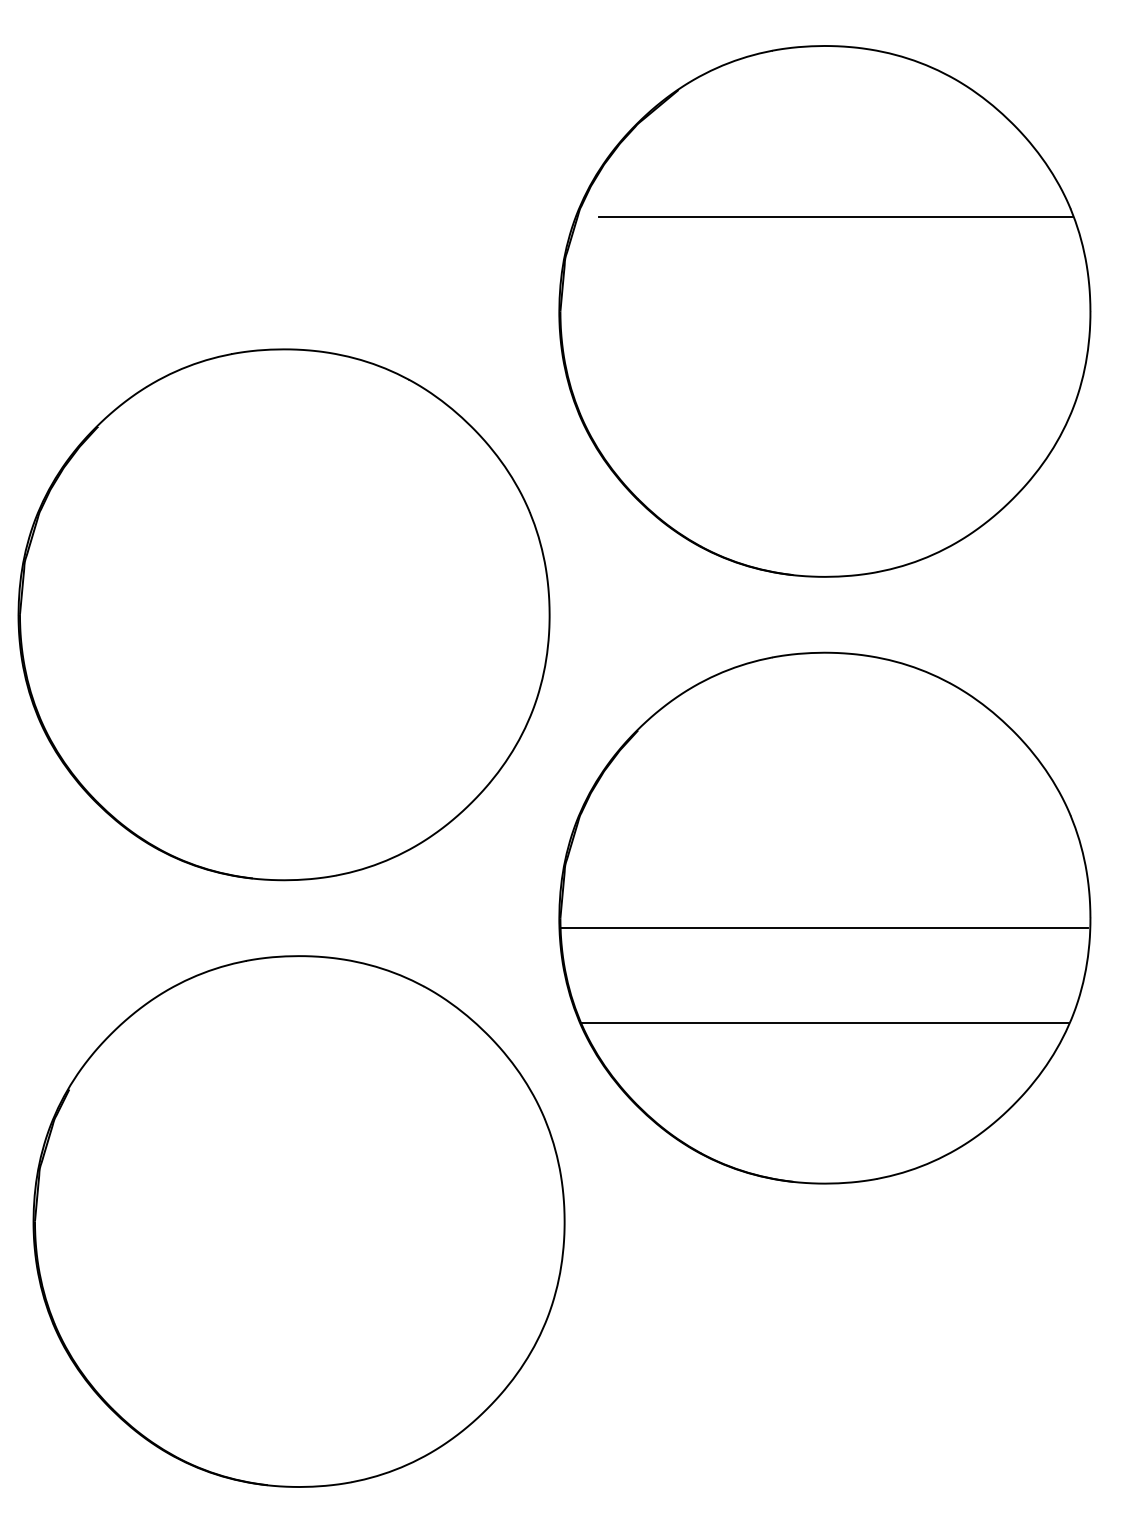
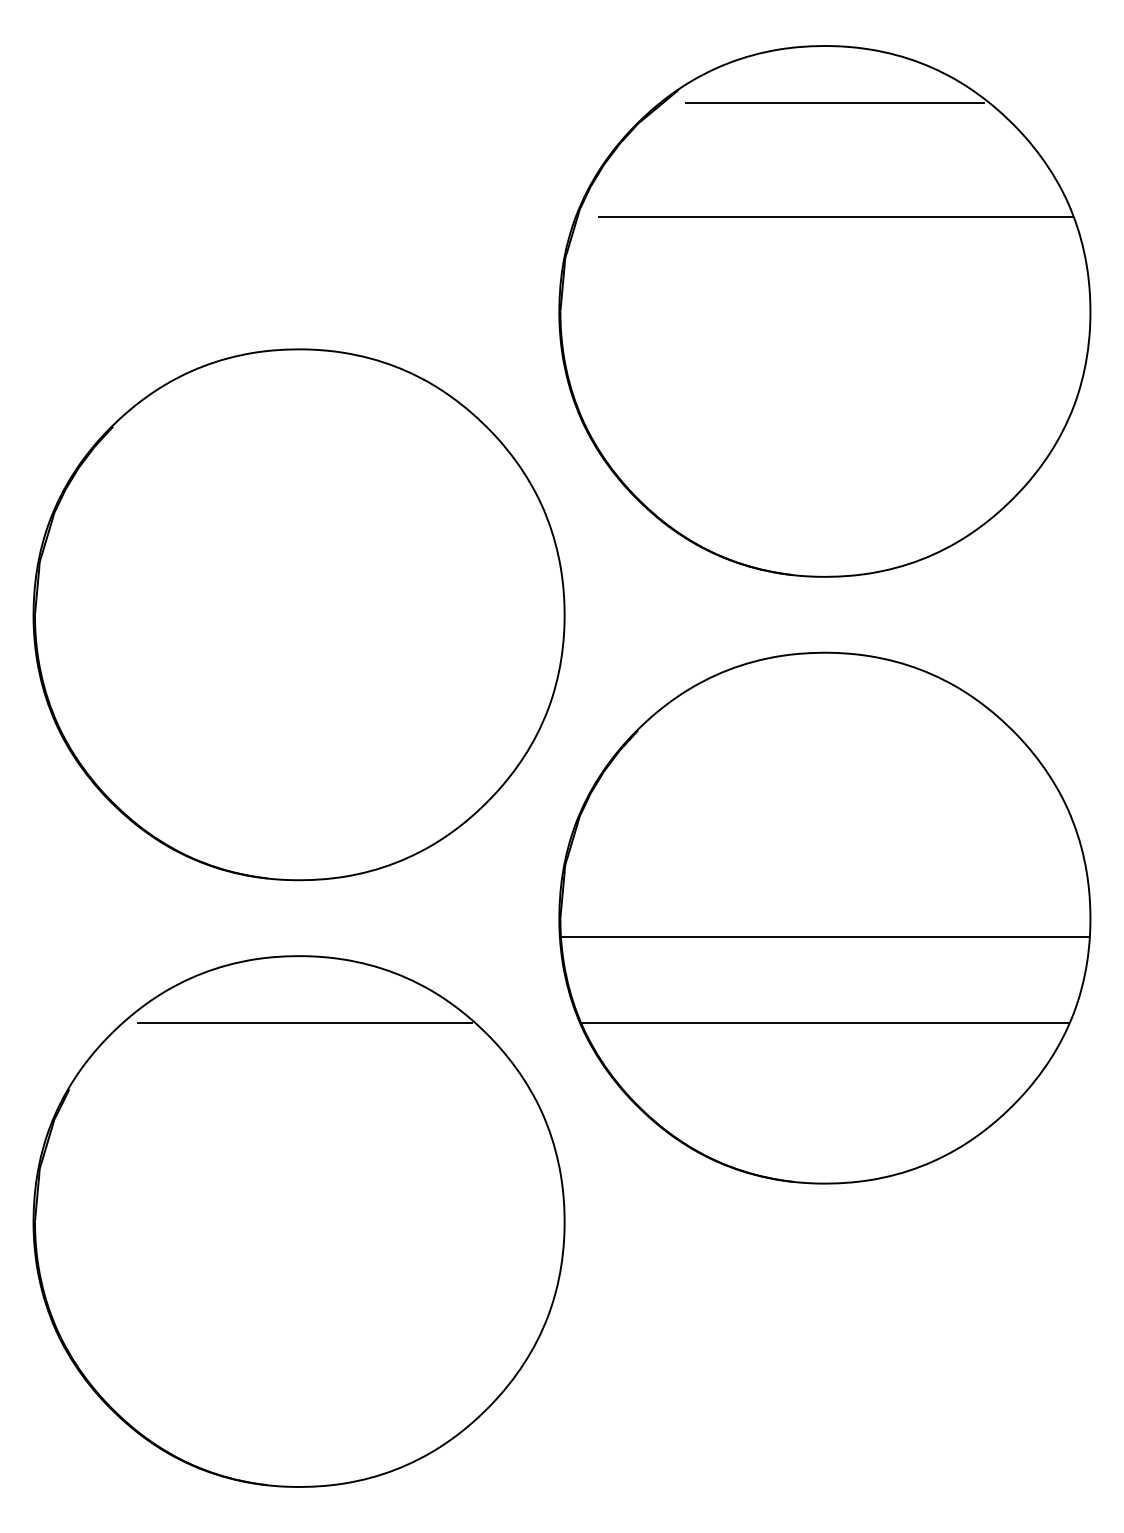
line at (835, 103): none -> present
part at (283, 614) position: (283, 614) -> (298, 614)
line at (824, 928) position: (824, 928) -> (824, 937)
line at (304, 1023): none -> present
